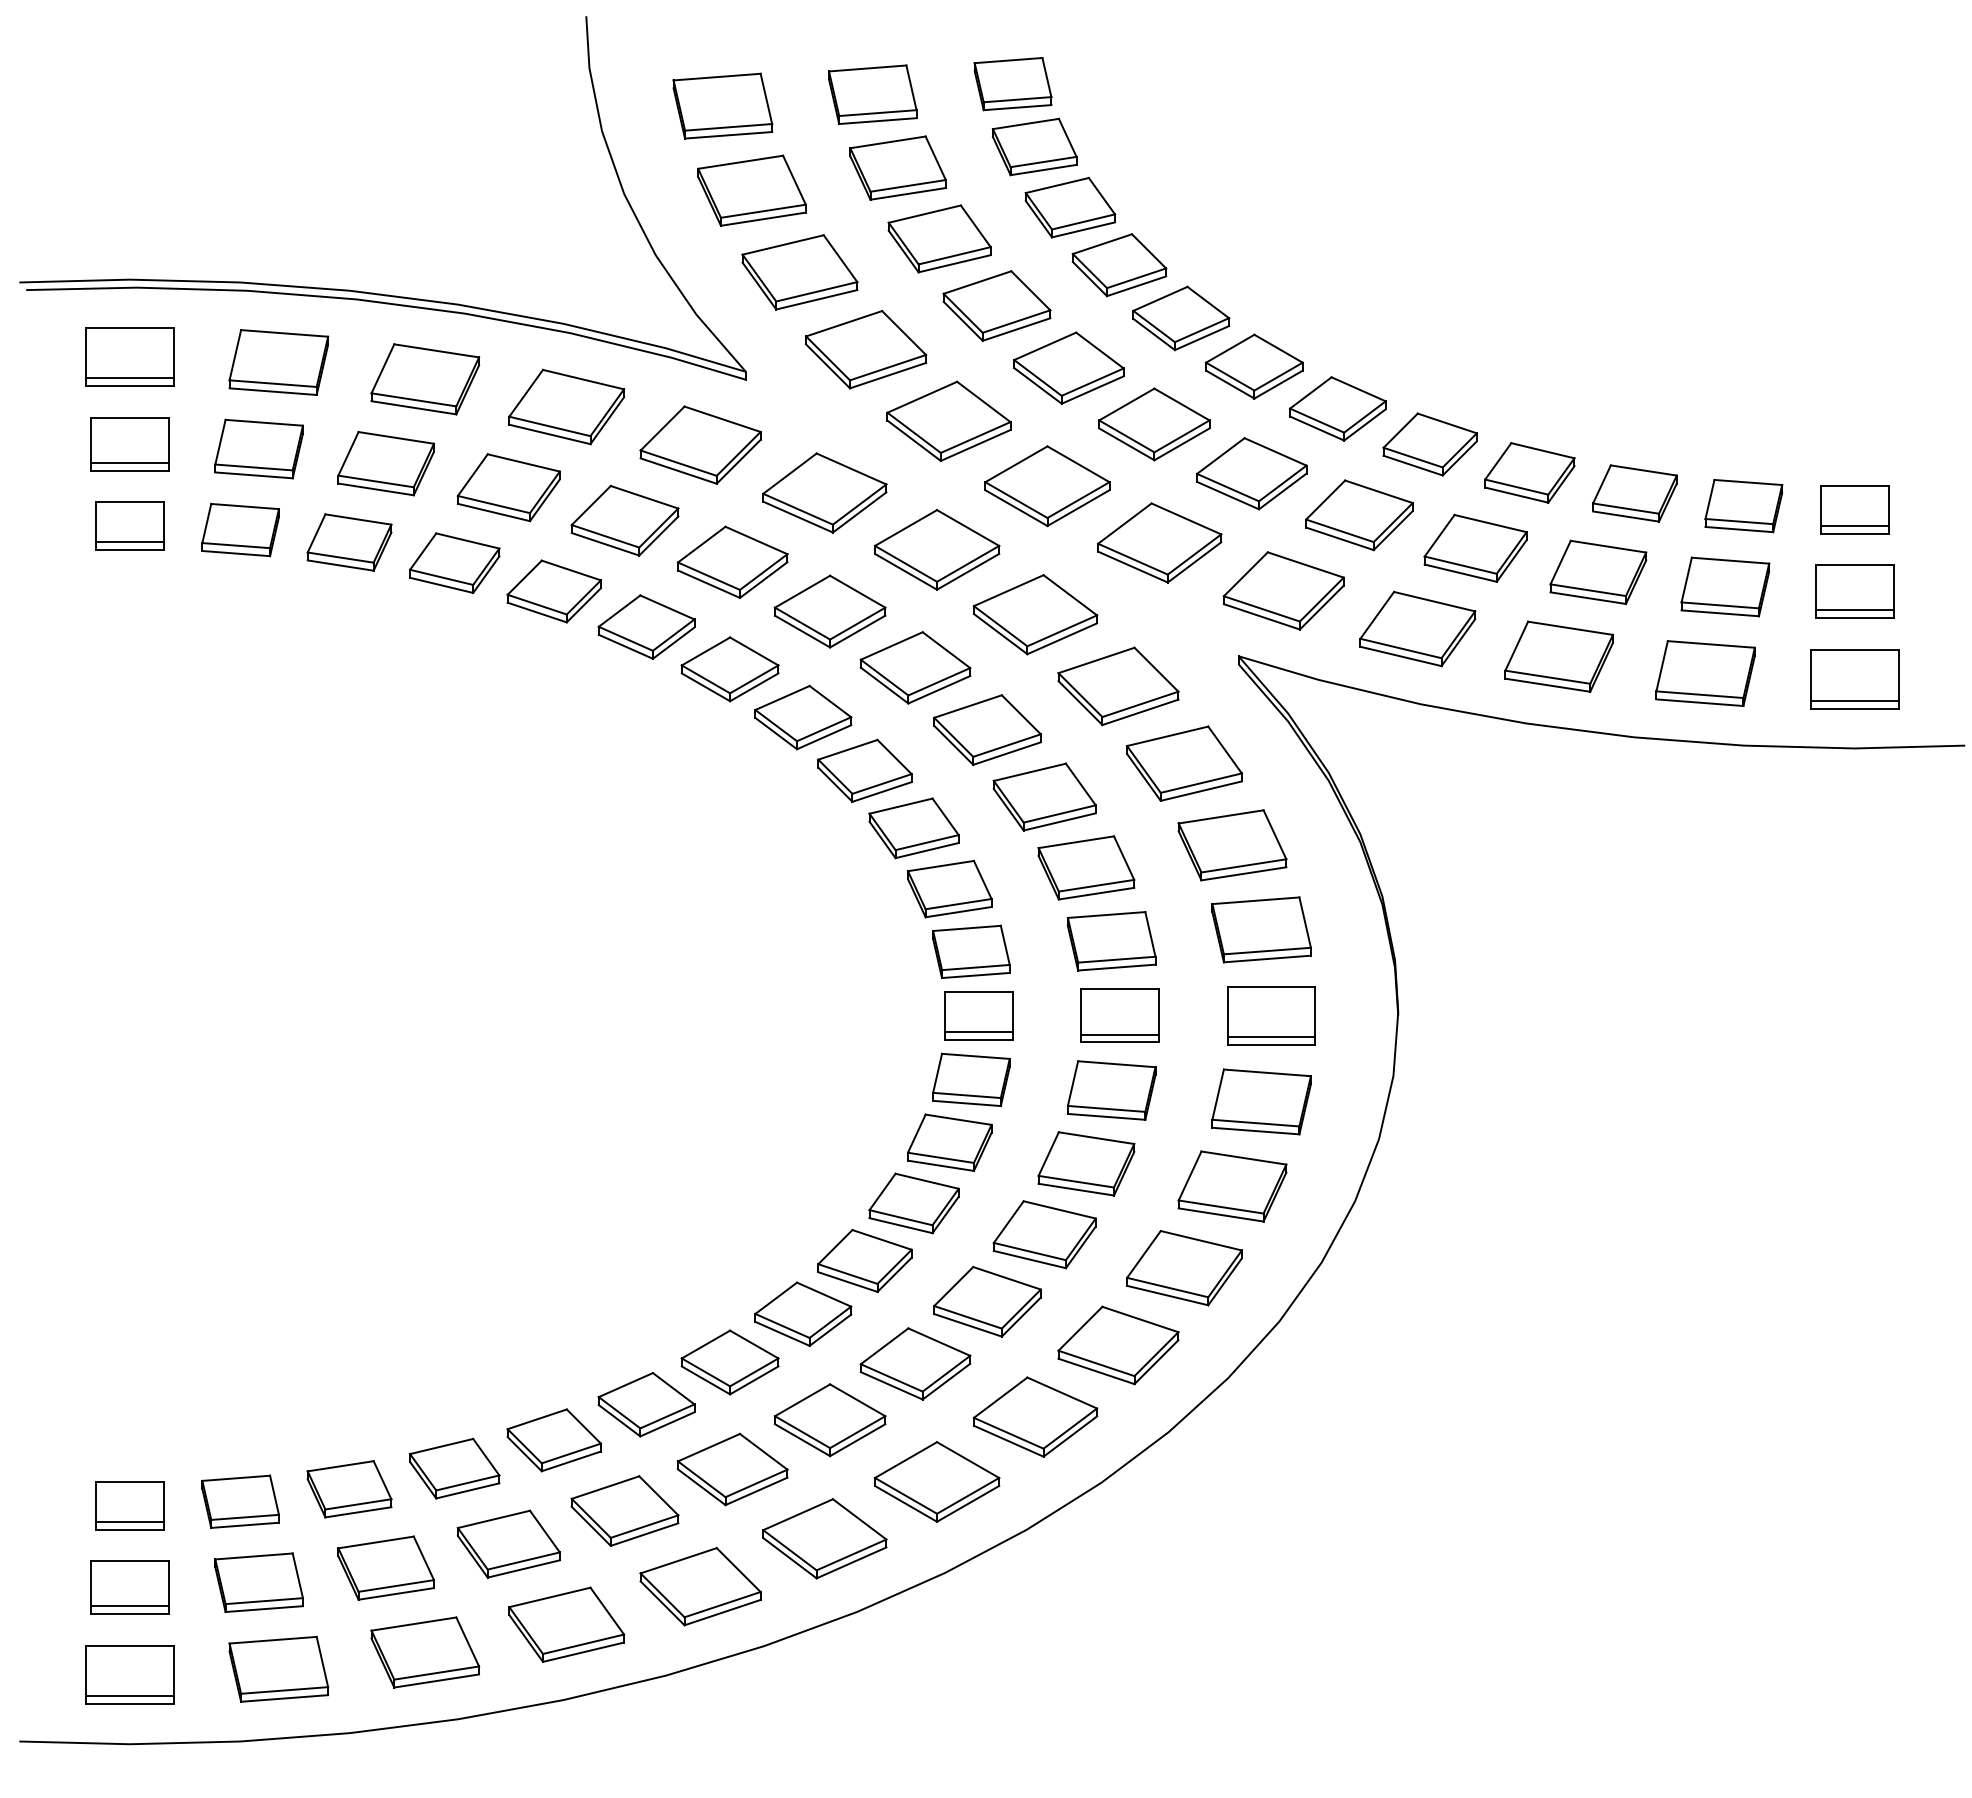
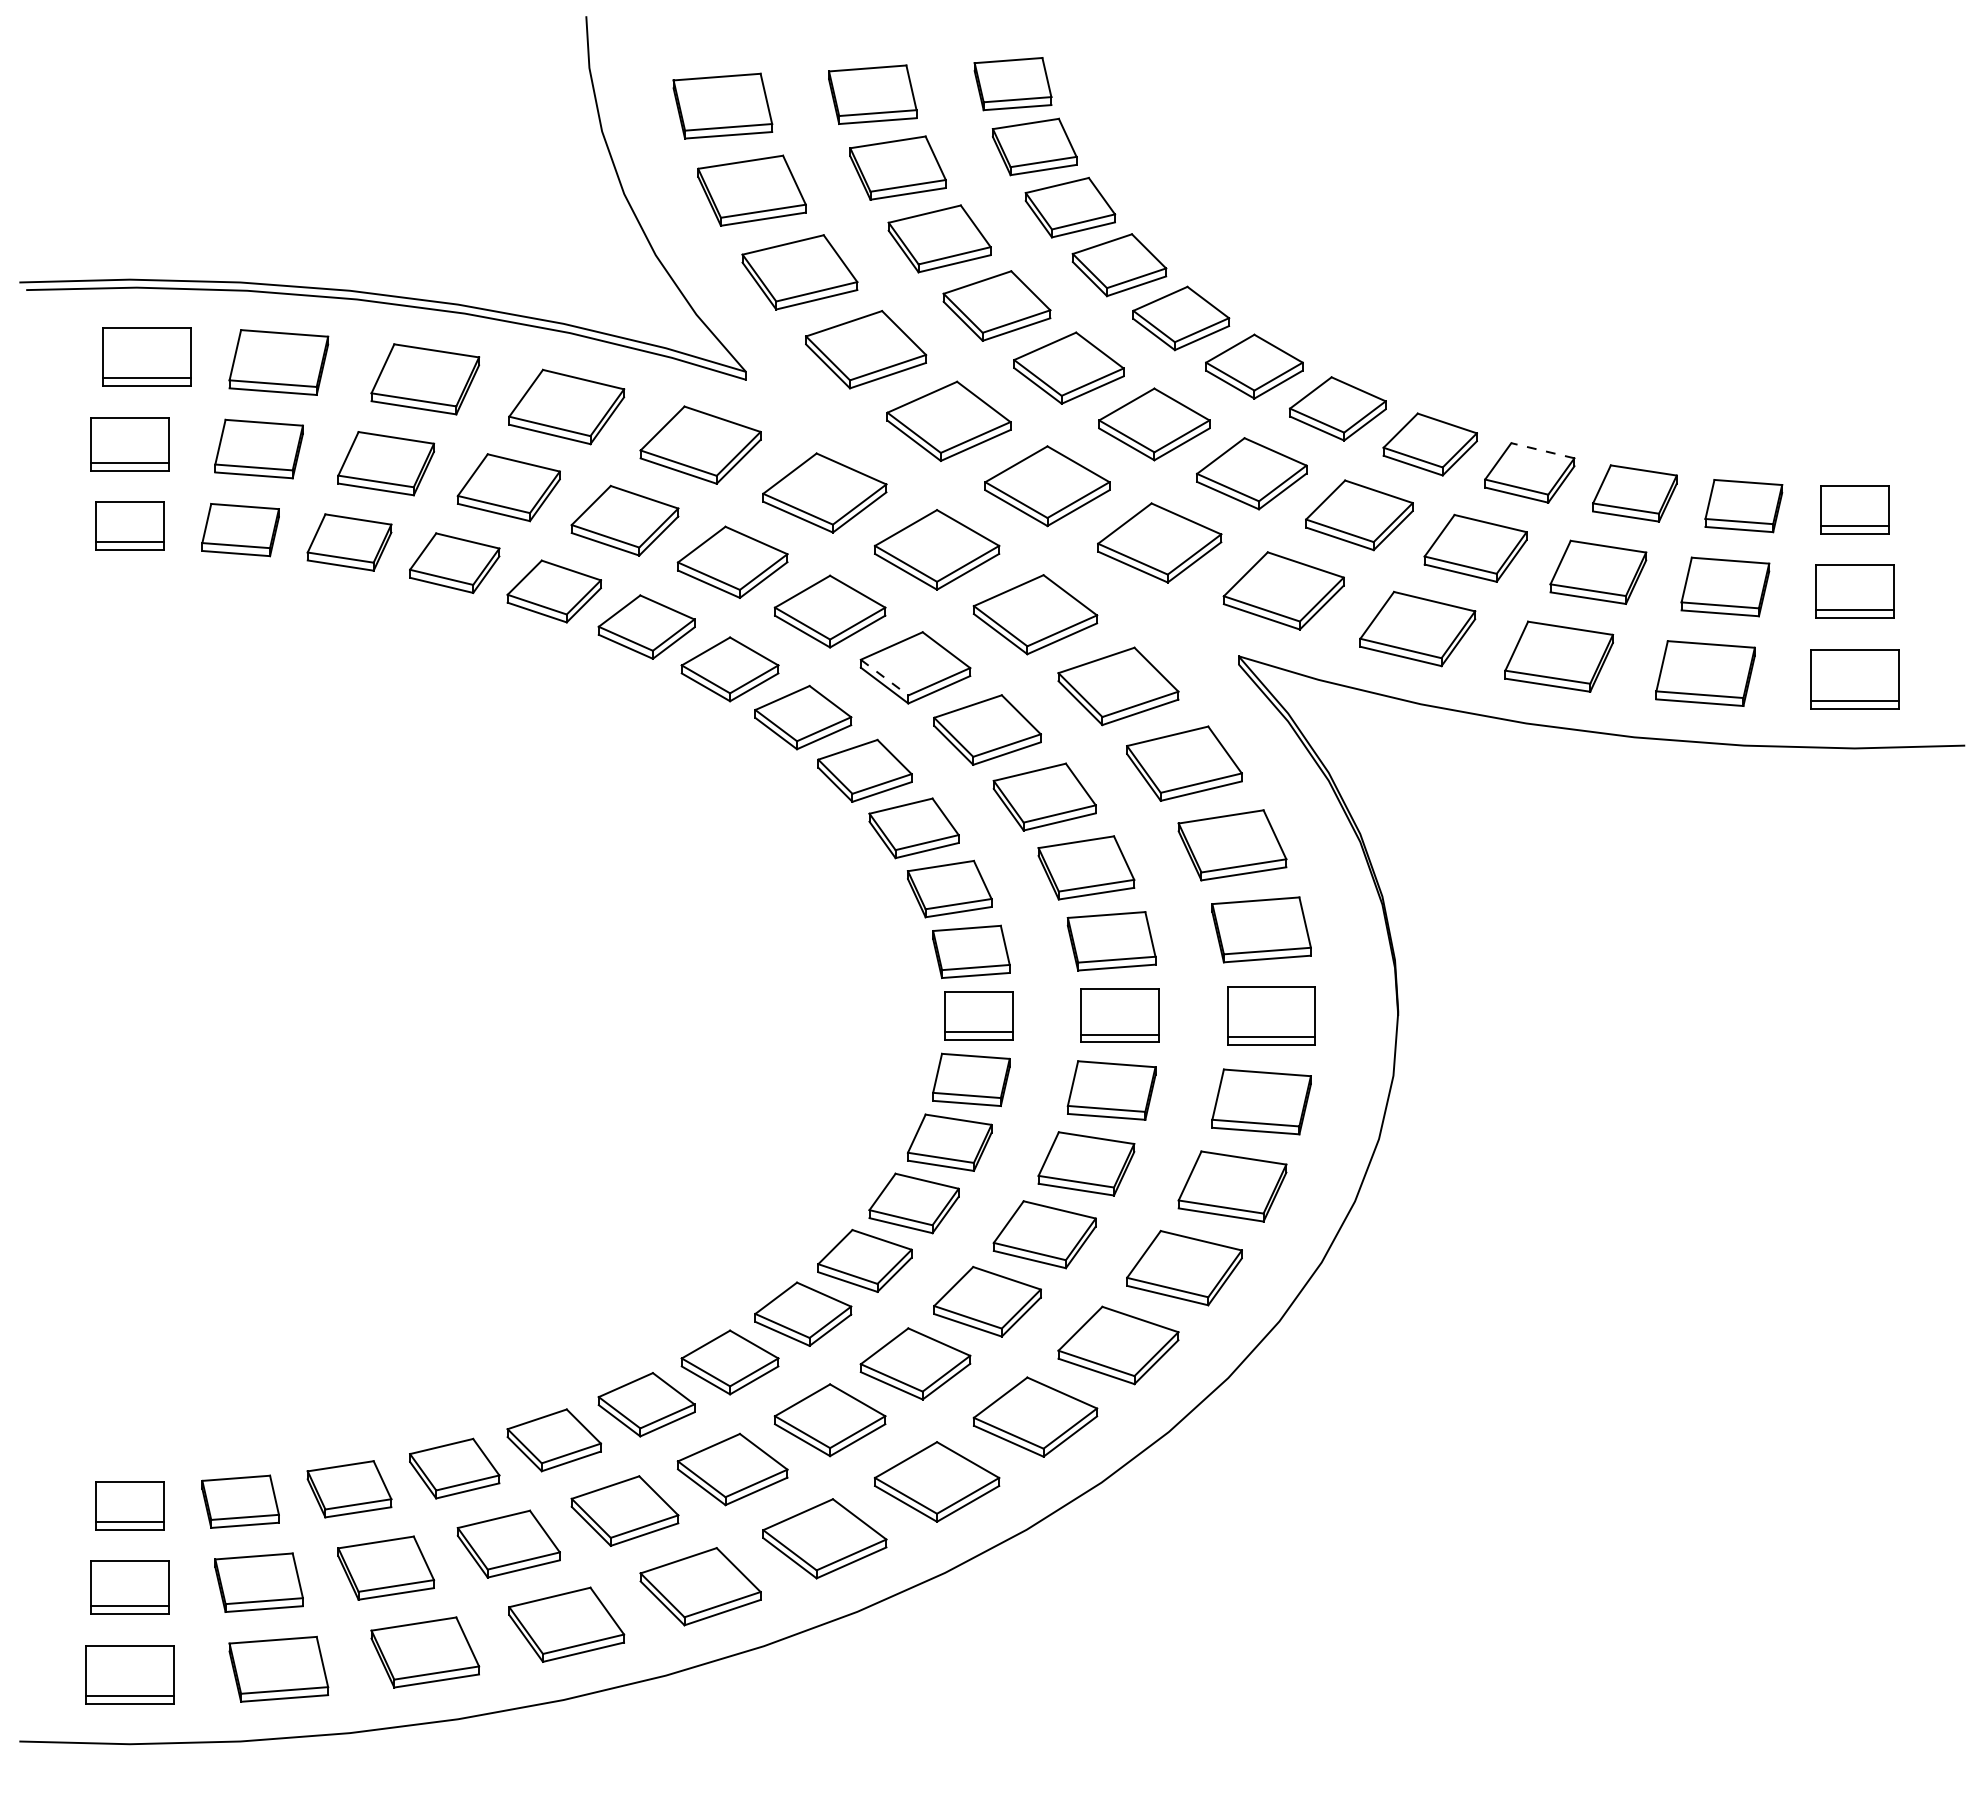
part at (129, 356) position: (129, 356) -> (146, 356)
line at (1542, 450): solid -> dashed
line at (884, 677): solid -> dashed
